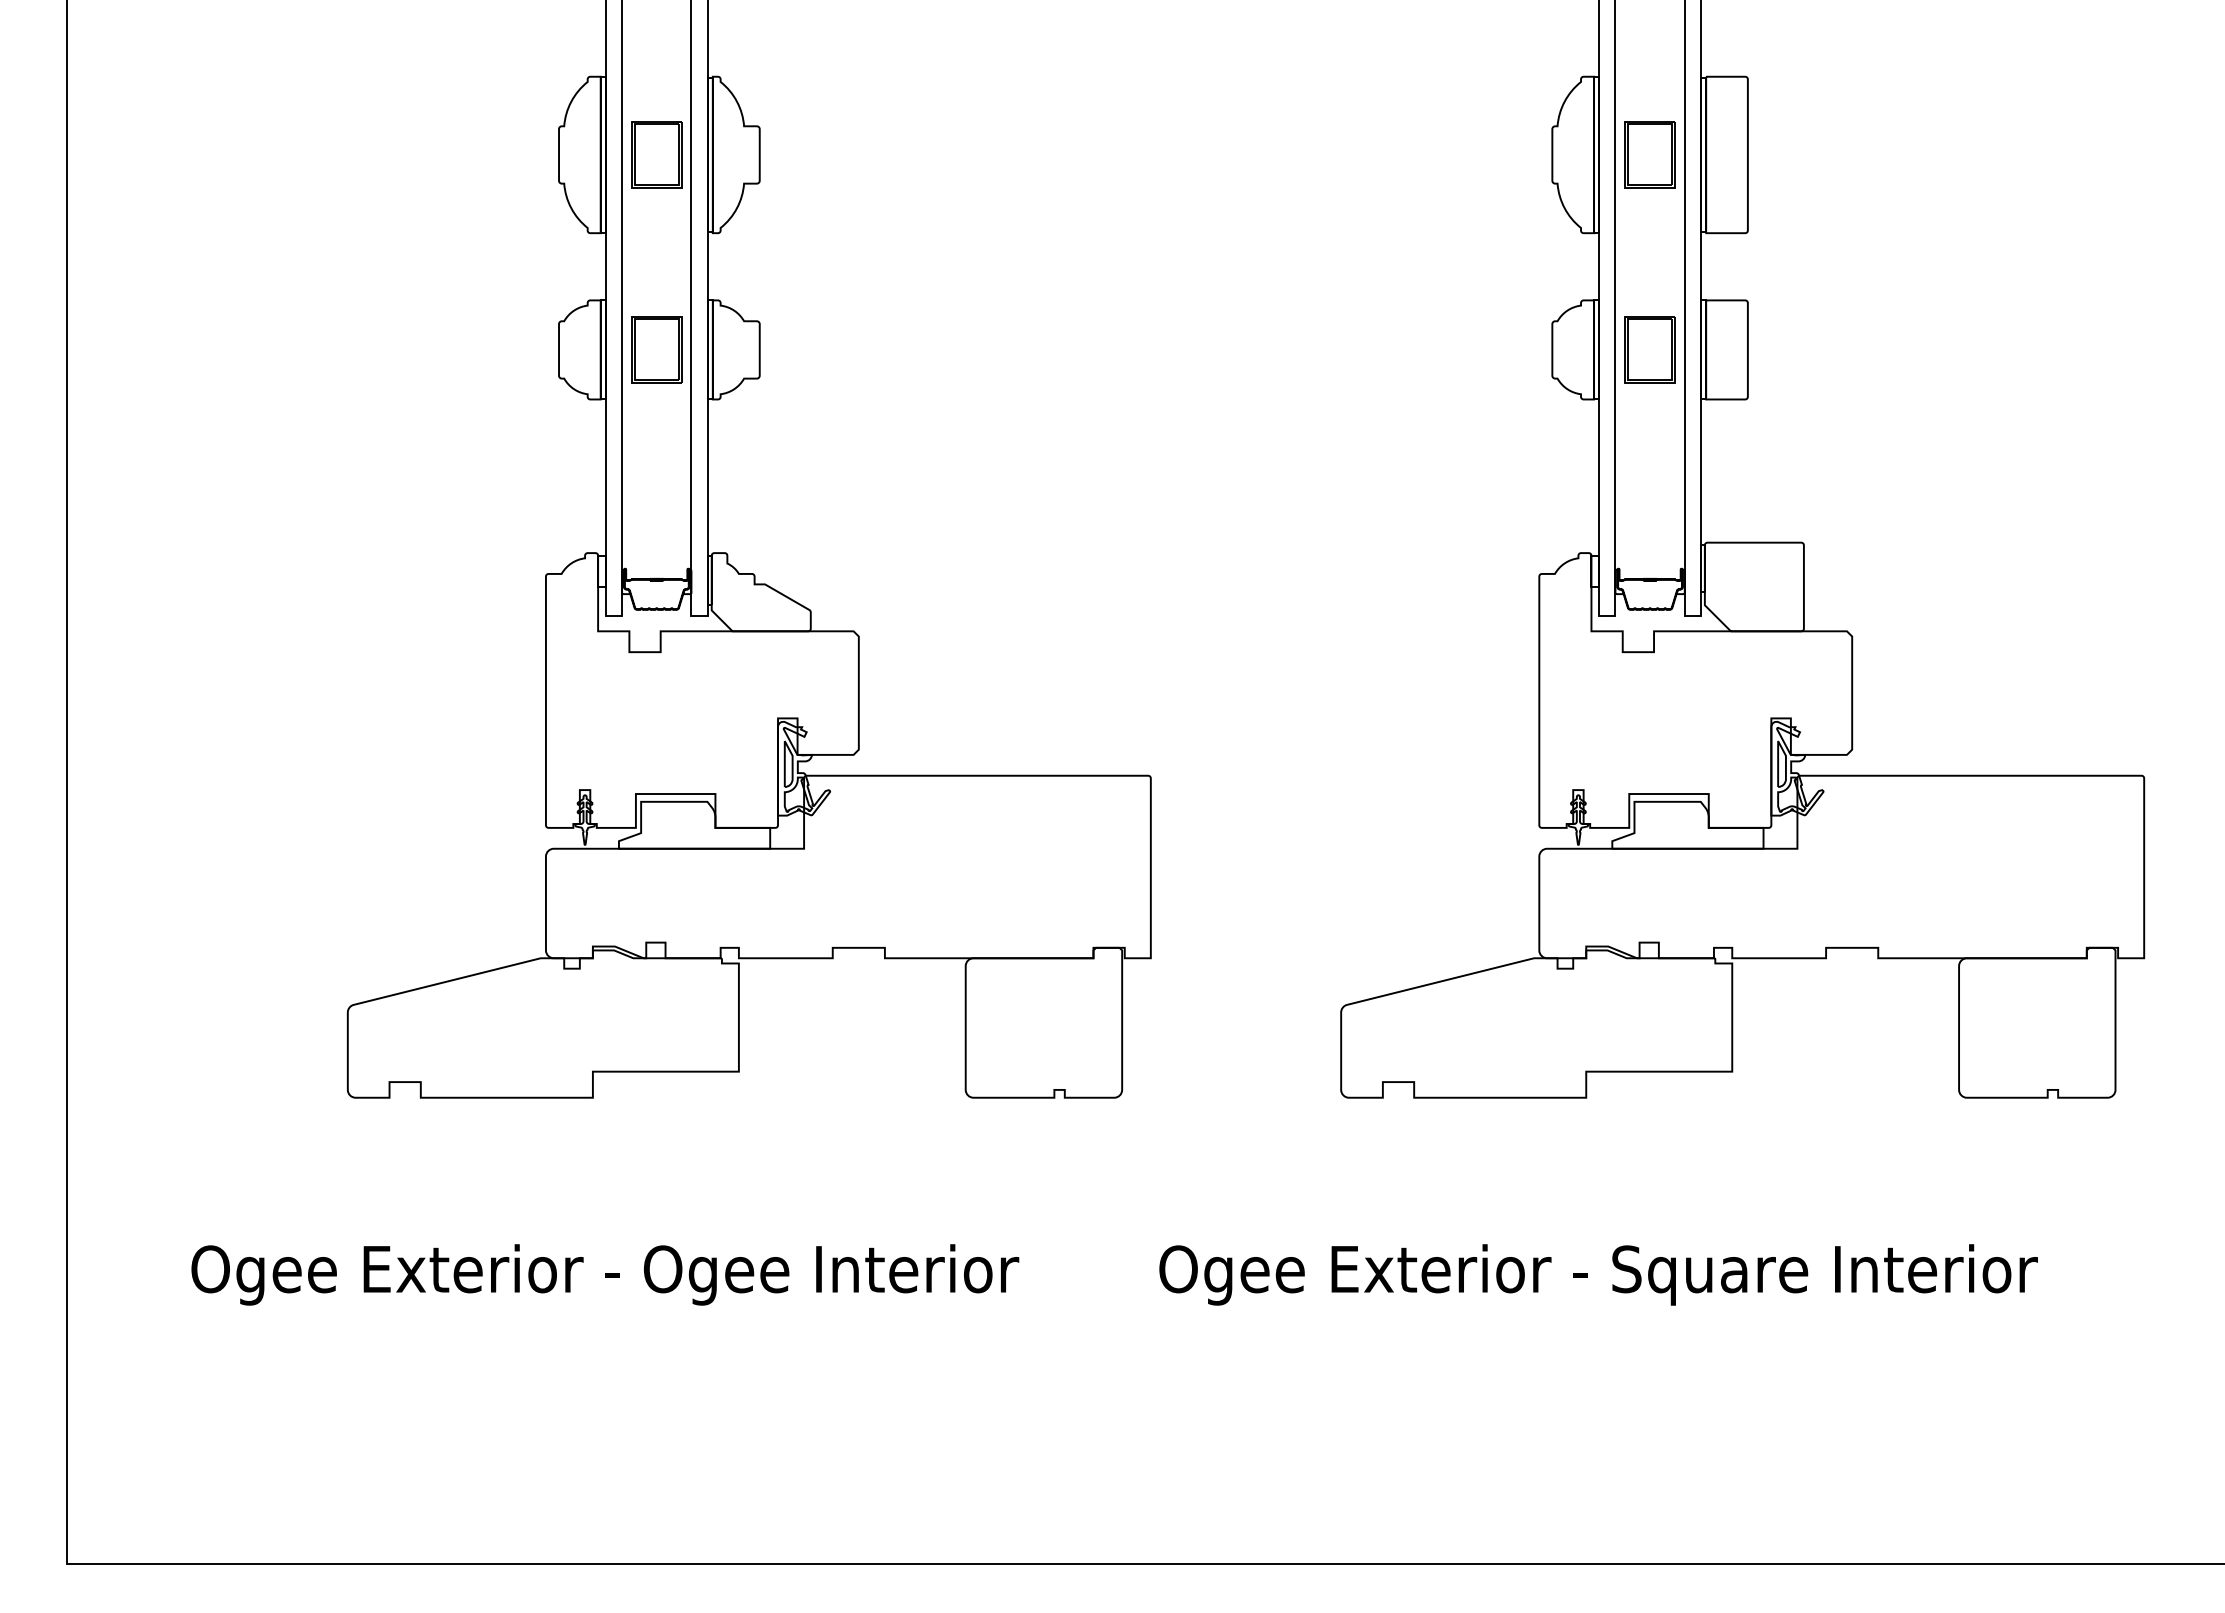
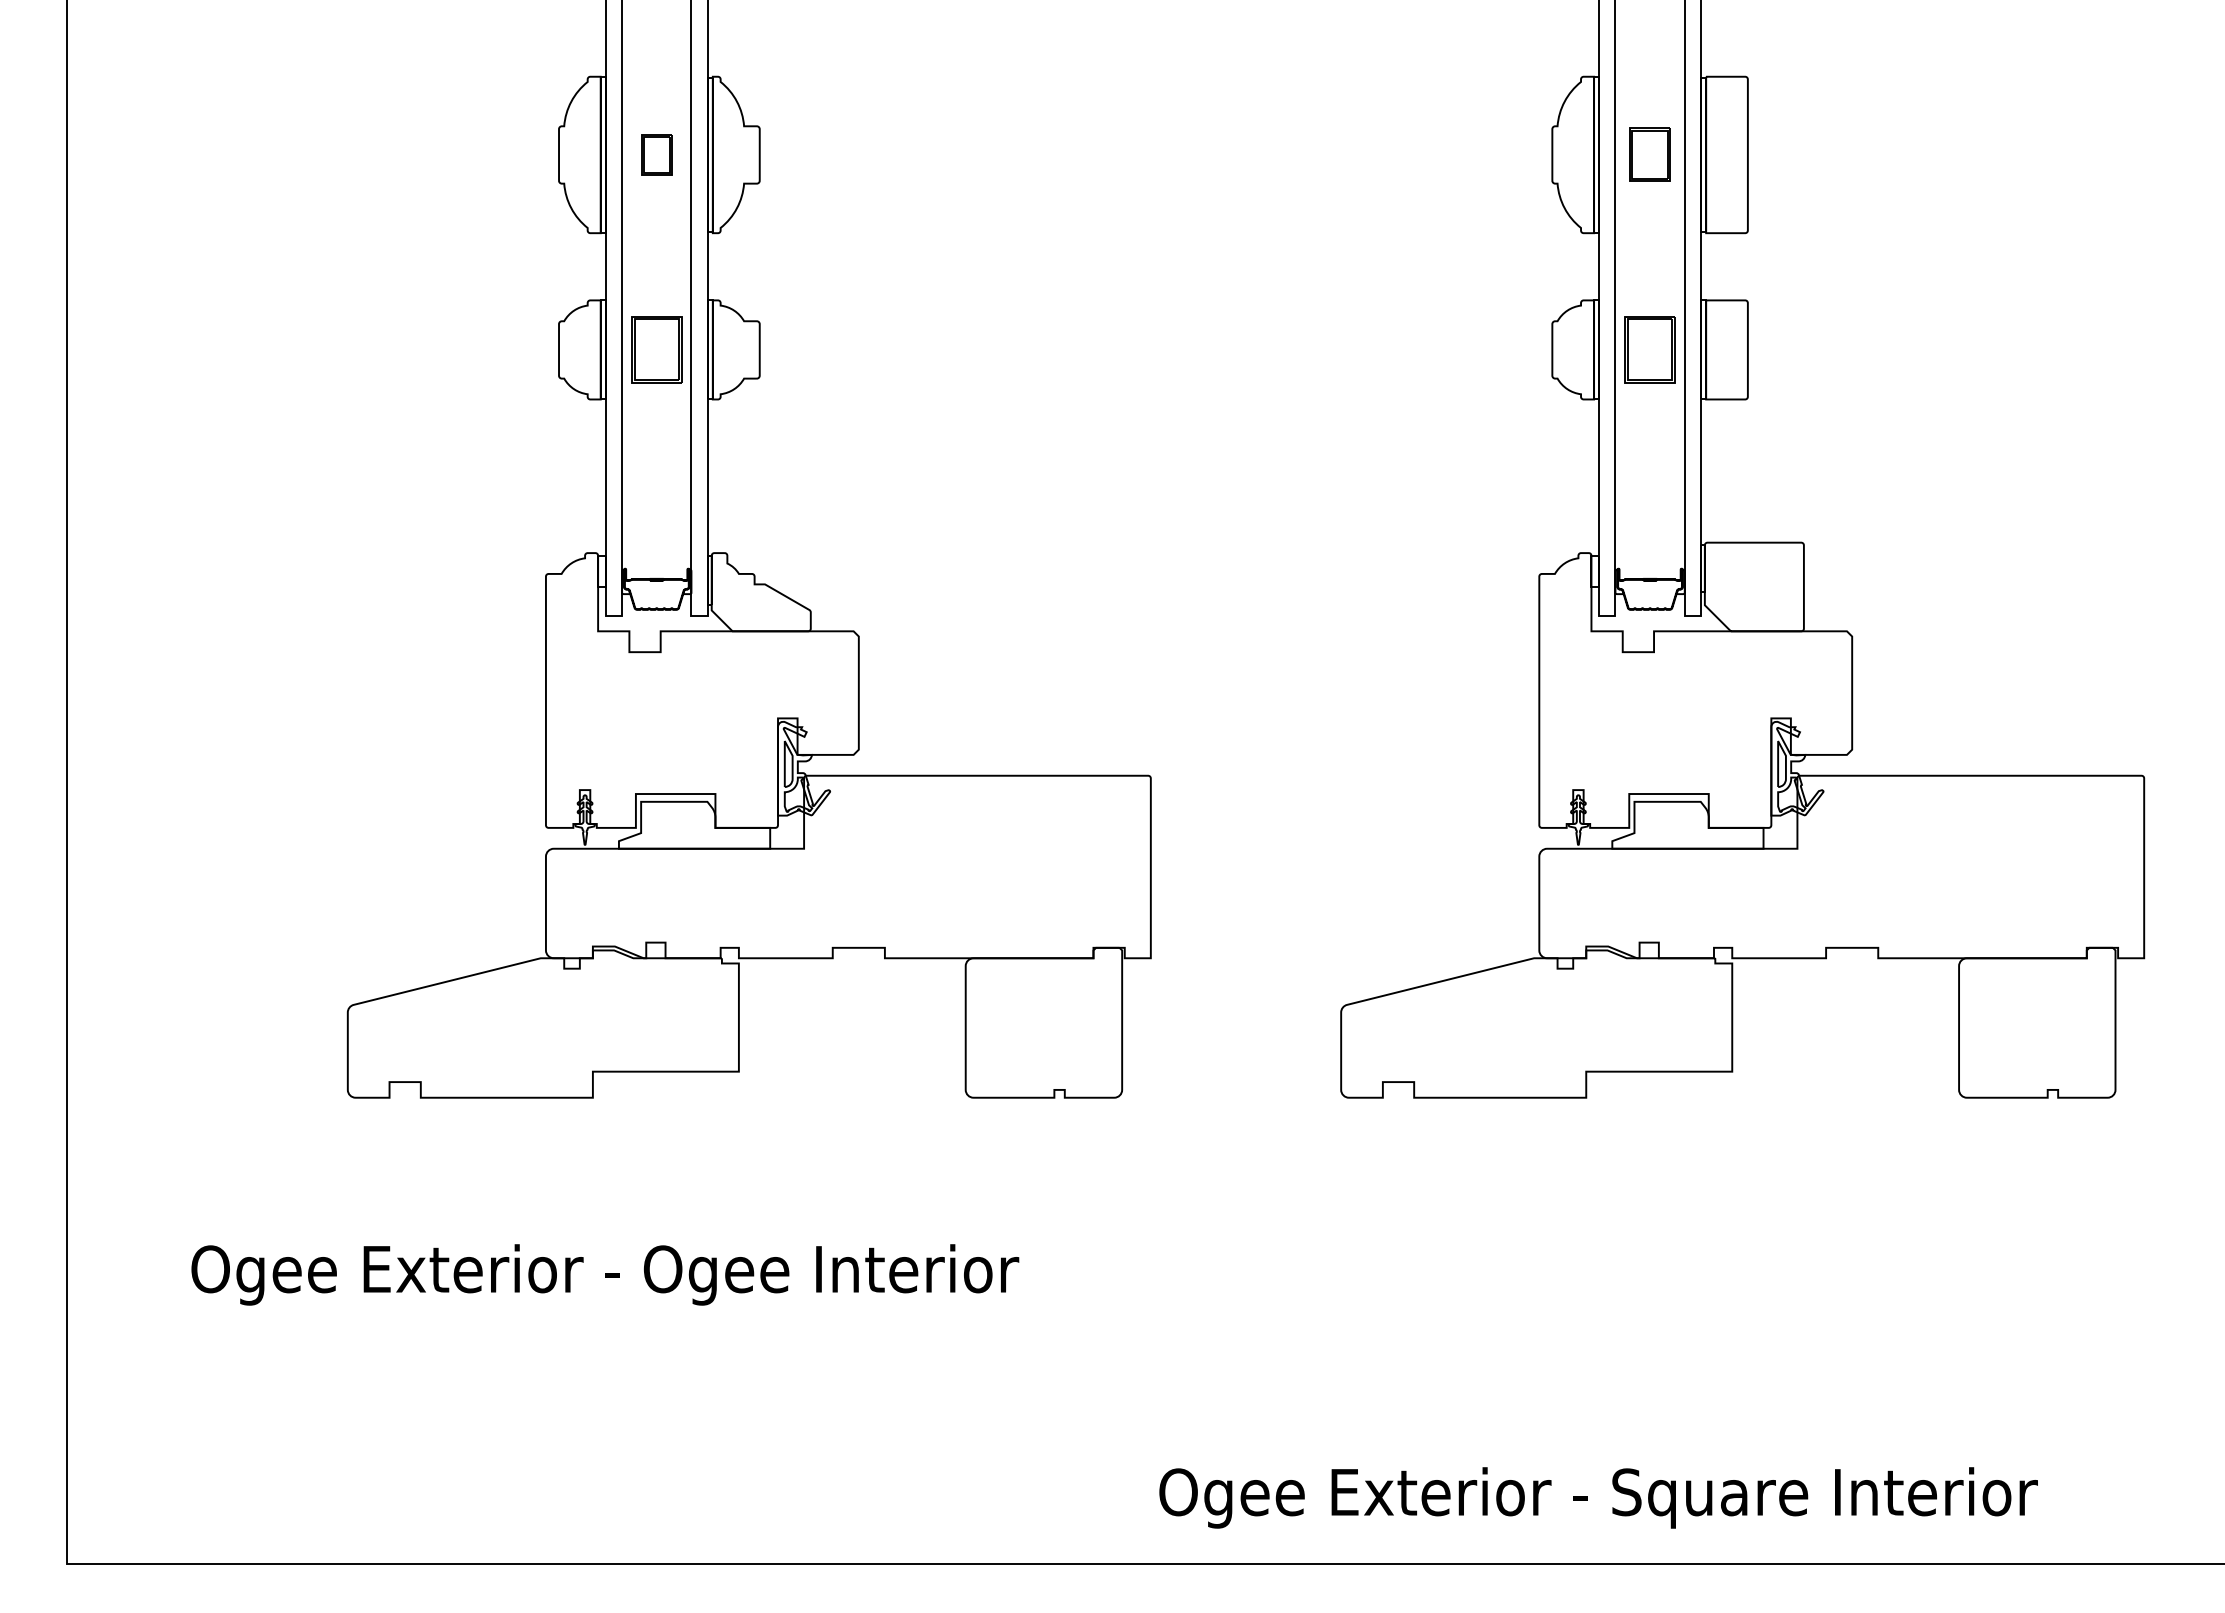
part at (656, 154) size: 52x68 px -> 32x42 px
part at (1649, 154) size: 52x68 px -> 42x55 px
text at (1598, 1274) position: (1598, 1274) -> (1598, 1497)
